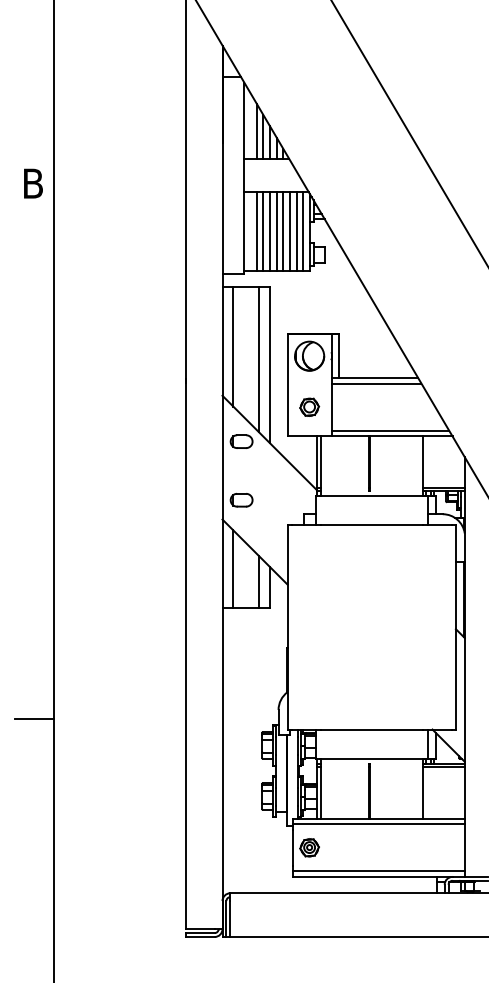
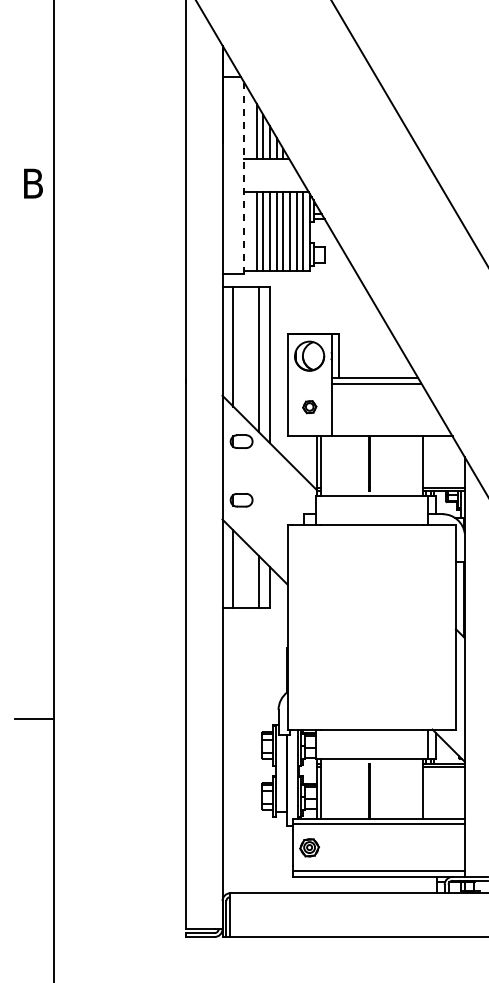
line at (244, 178): solid -> dashed
part at (309, 406) size: 22x20 px -> 16x15 px
line at (390, 430): present -> none
